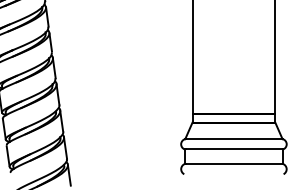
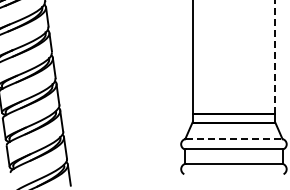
line at (275, 57): solid -> dashed
line at (234, 139): solid -> dashed
